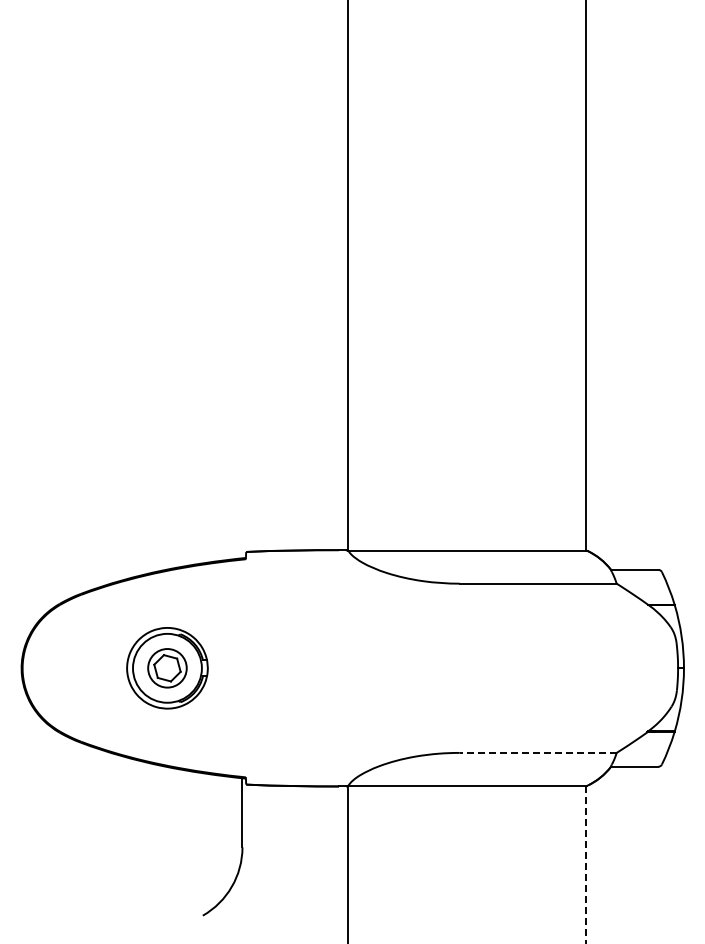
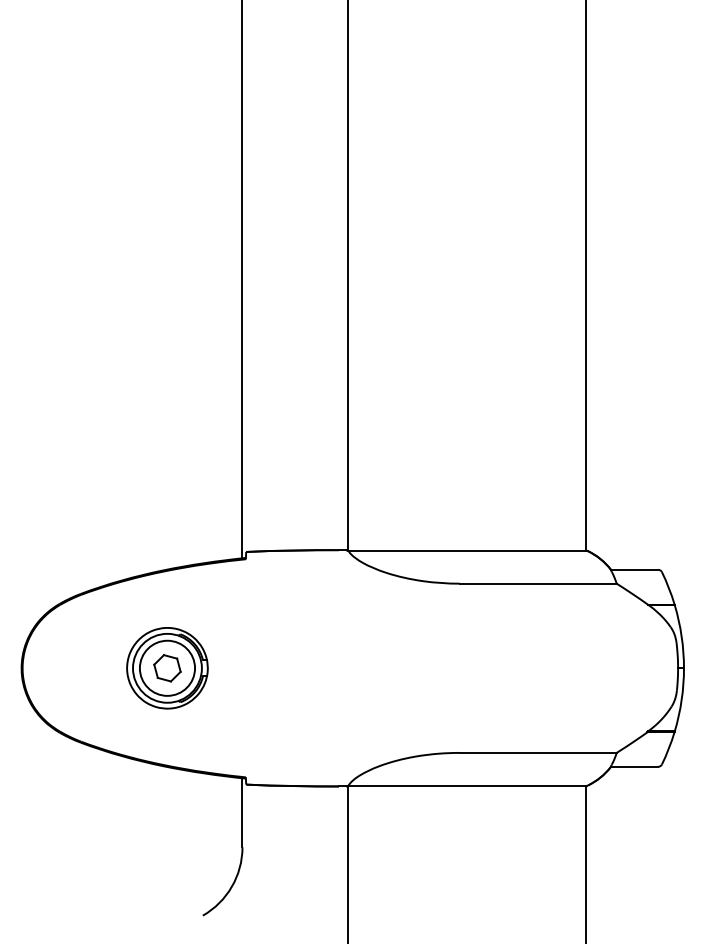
line at (242, 280): none -> present
circle at (167, 668) diameter: 39 px -> 55 px
line at (537, 752): dashed -> solid
line at (585, 864): dashed -> solid
